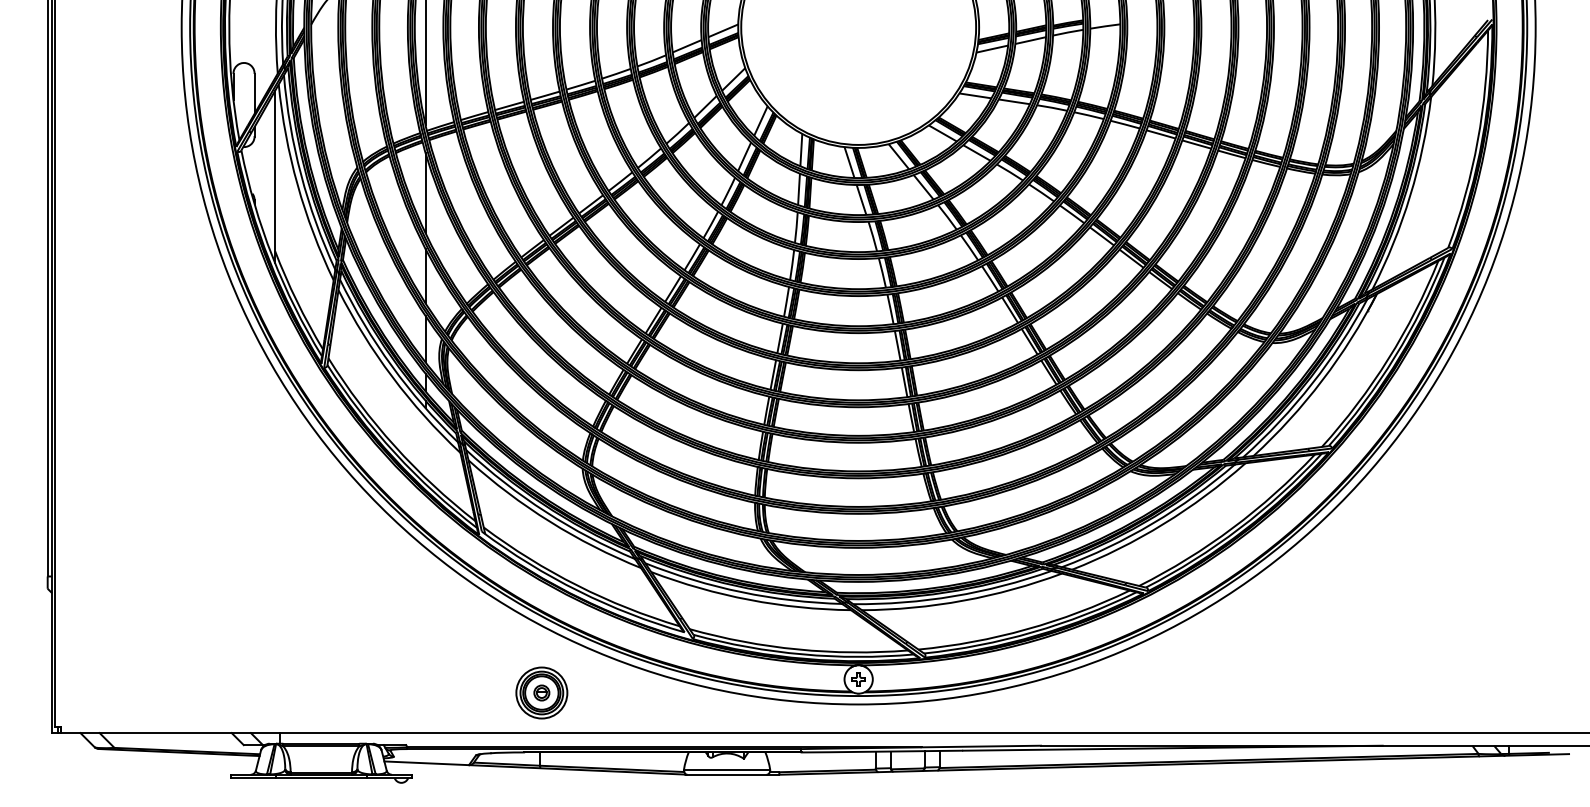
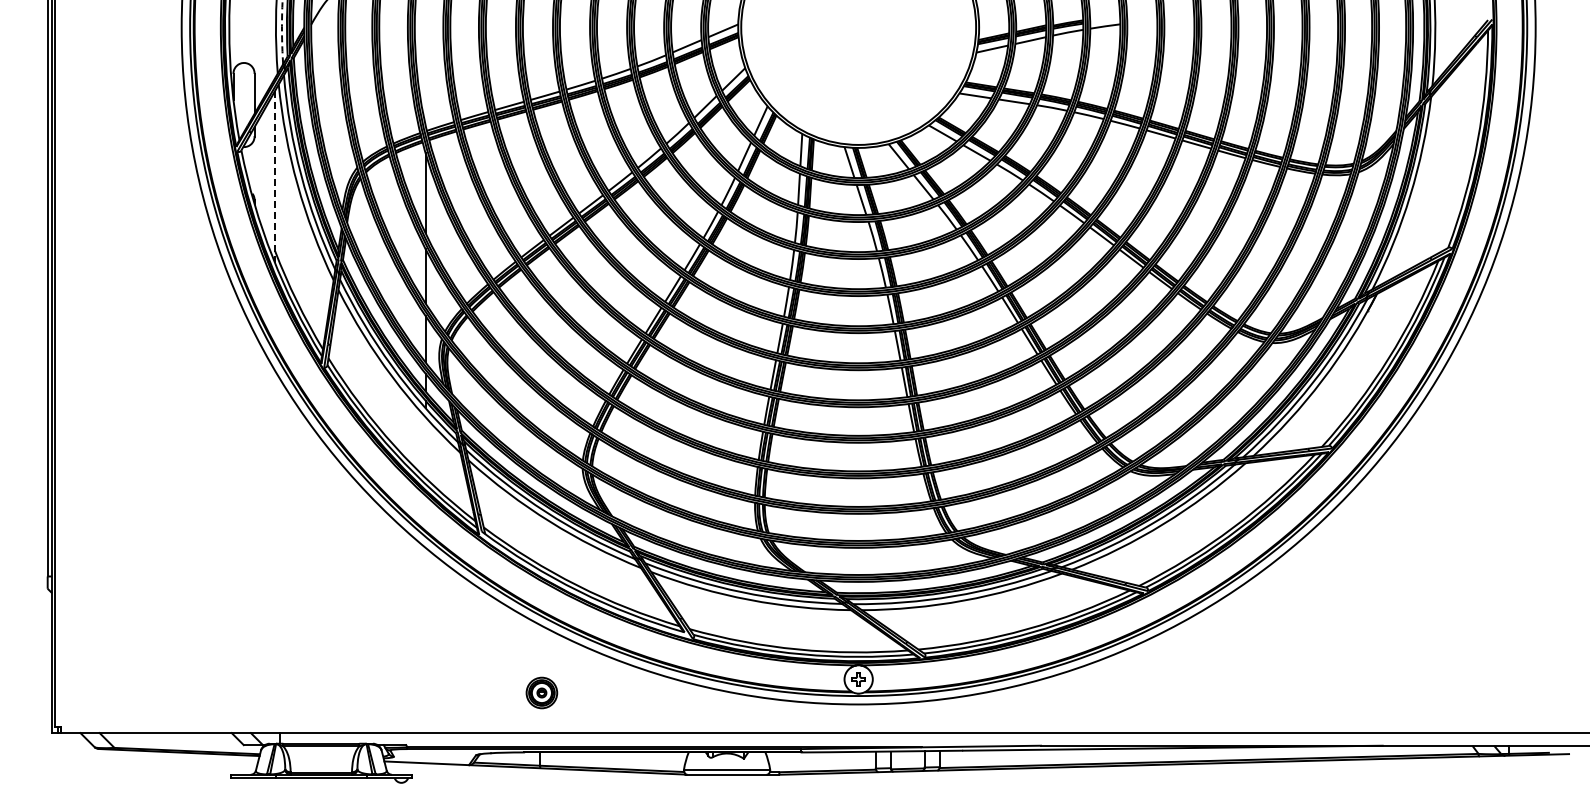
arc at (282, 31): solid -> dashed
line at (425, 63): present -> none
line at (275, 177): solid -> dashed
part at (541, 692) size: 54x54 px -> 34x34 px
